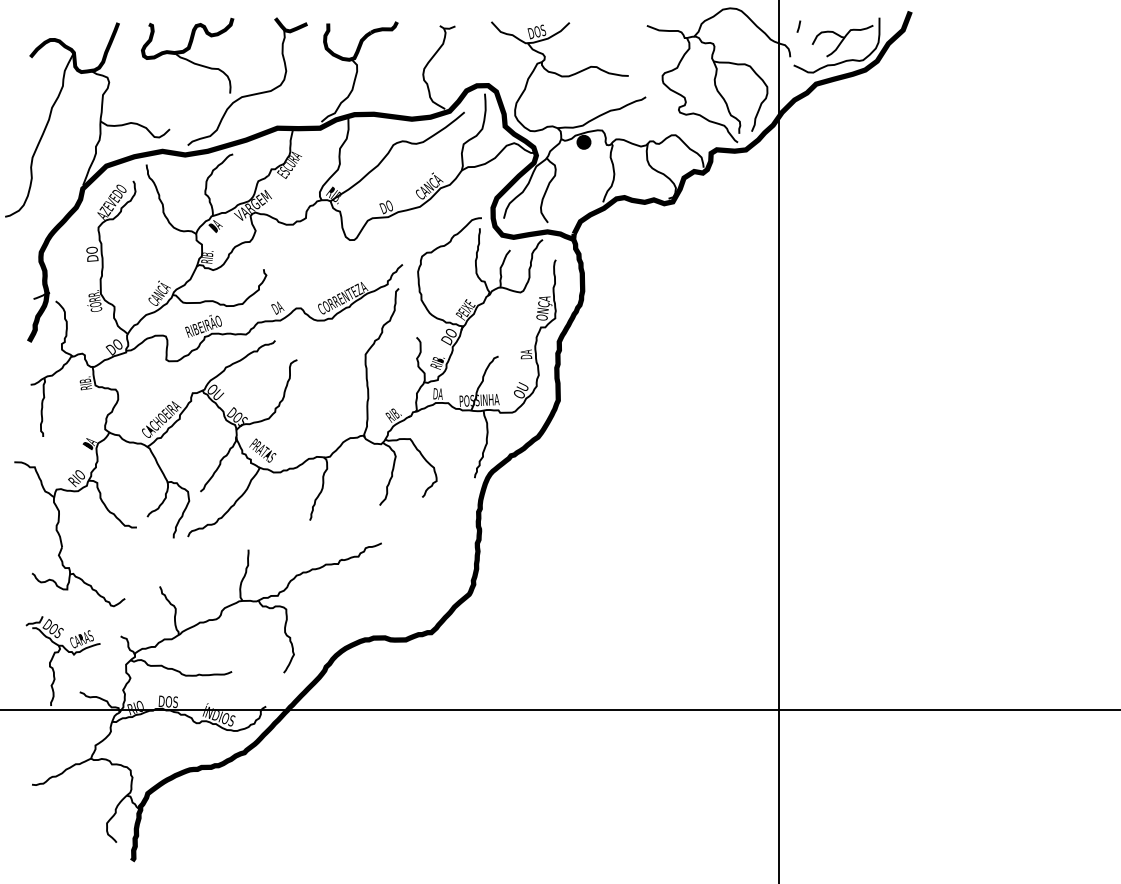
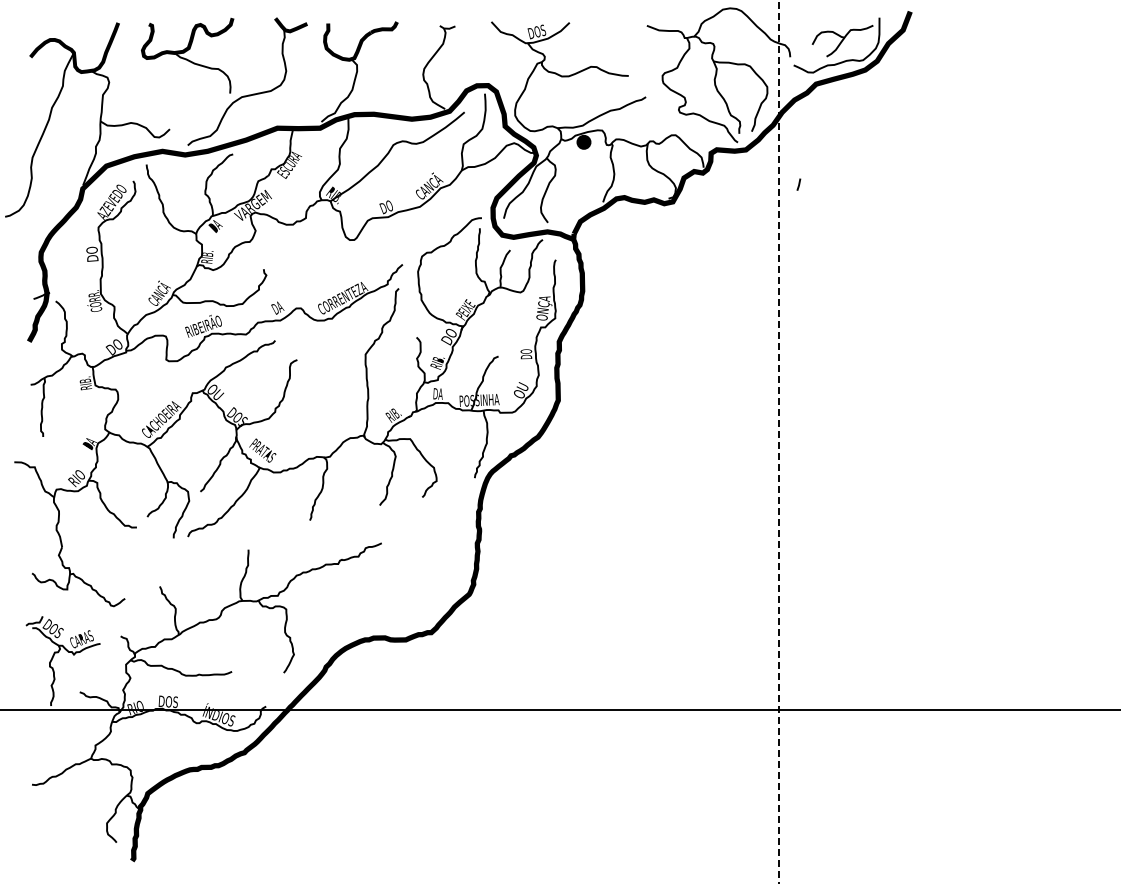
line at (798, 26) position: (798, 26) -> (798, 184)
text at (526, 351): DA -> DO
line at (779, 441): solid -> dashed
